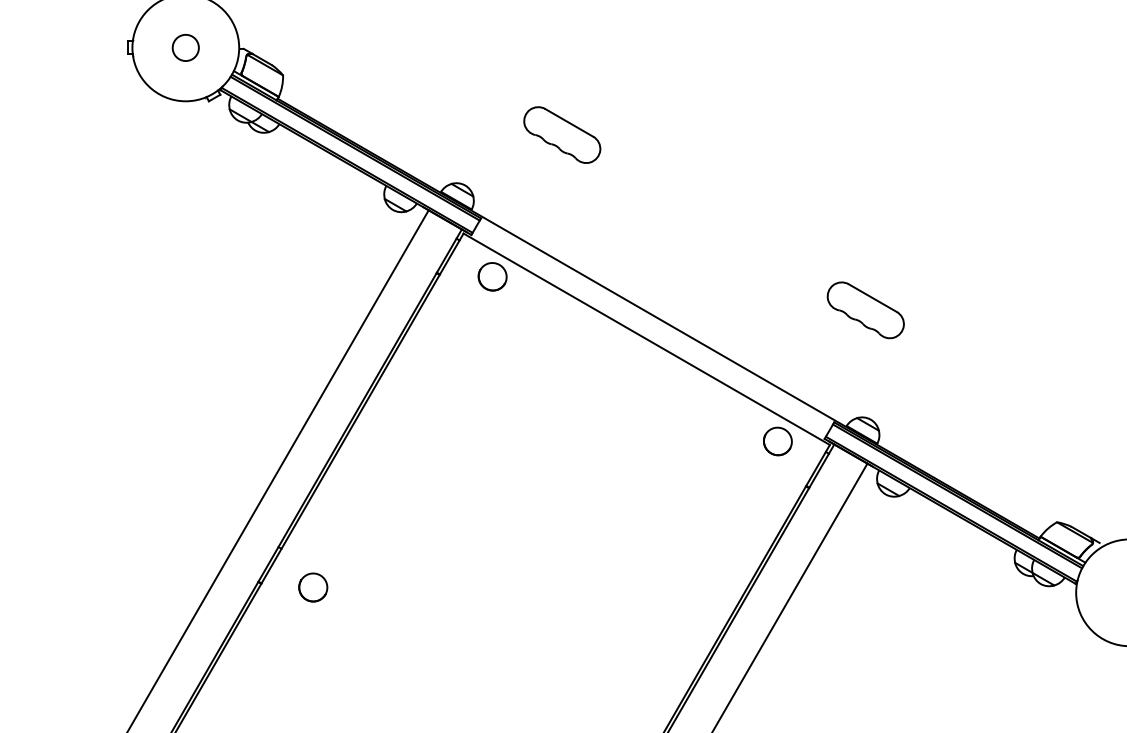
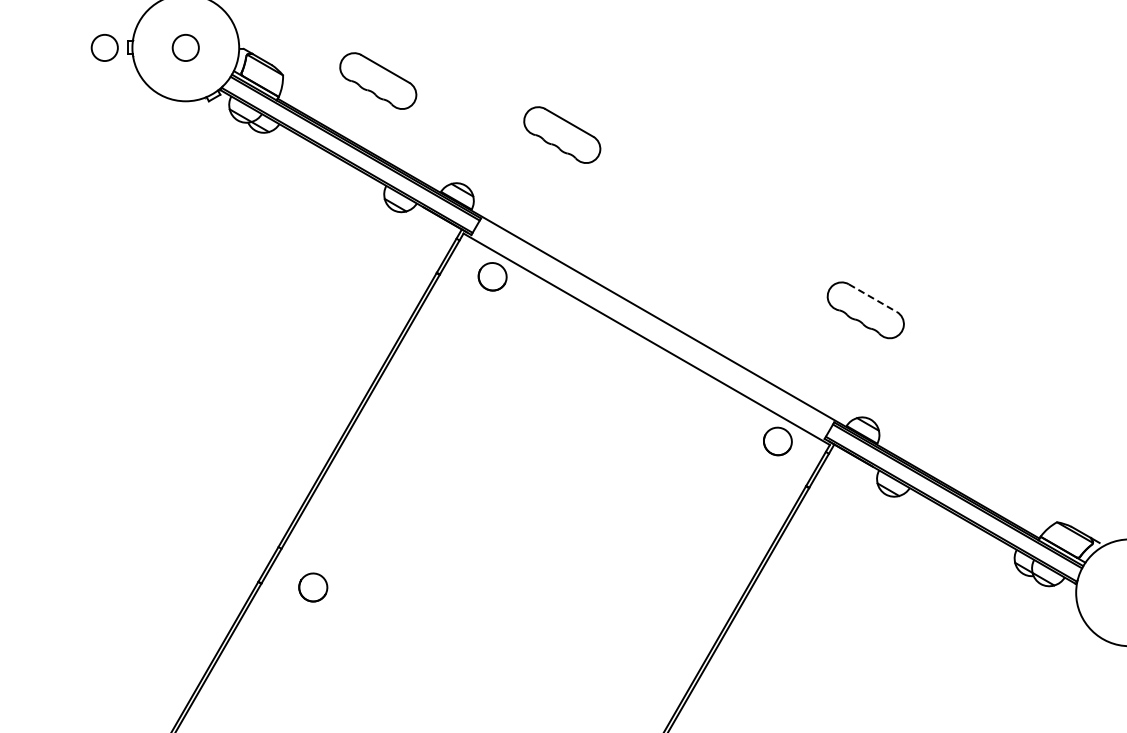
circle at (104, 47): none -> present
part at (378, 80): none -> present
line at (872, 298): solid -> dashed
line at (278, 469): present -> none
line at (790, 596): present -> none
